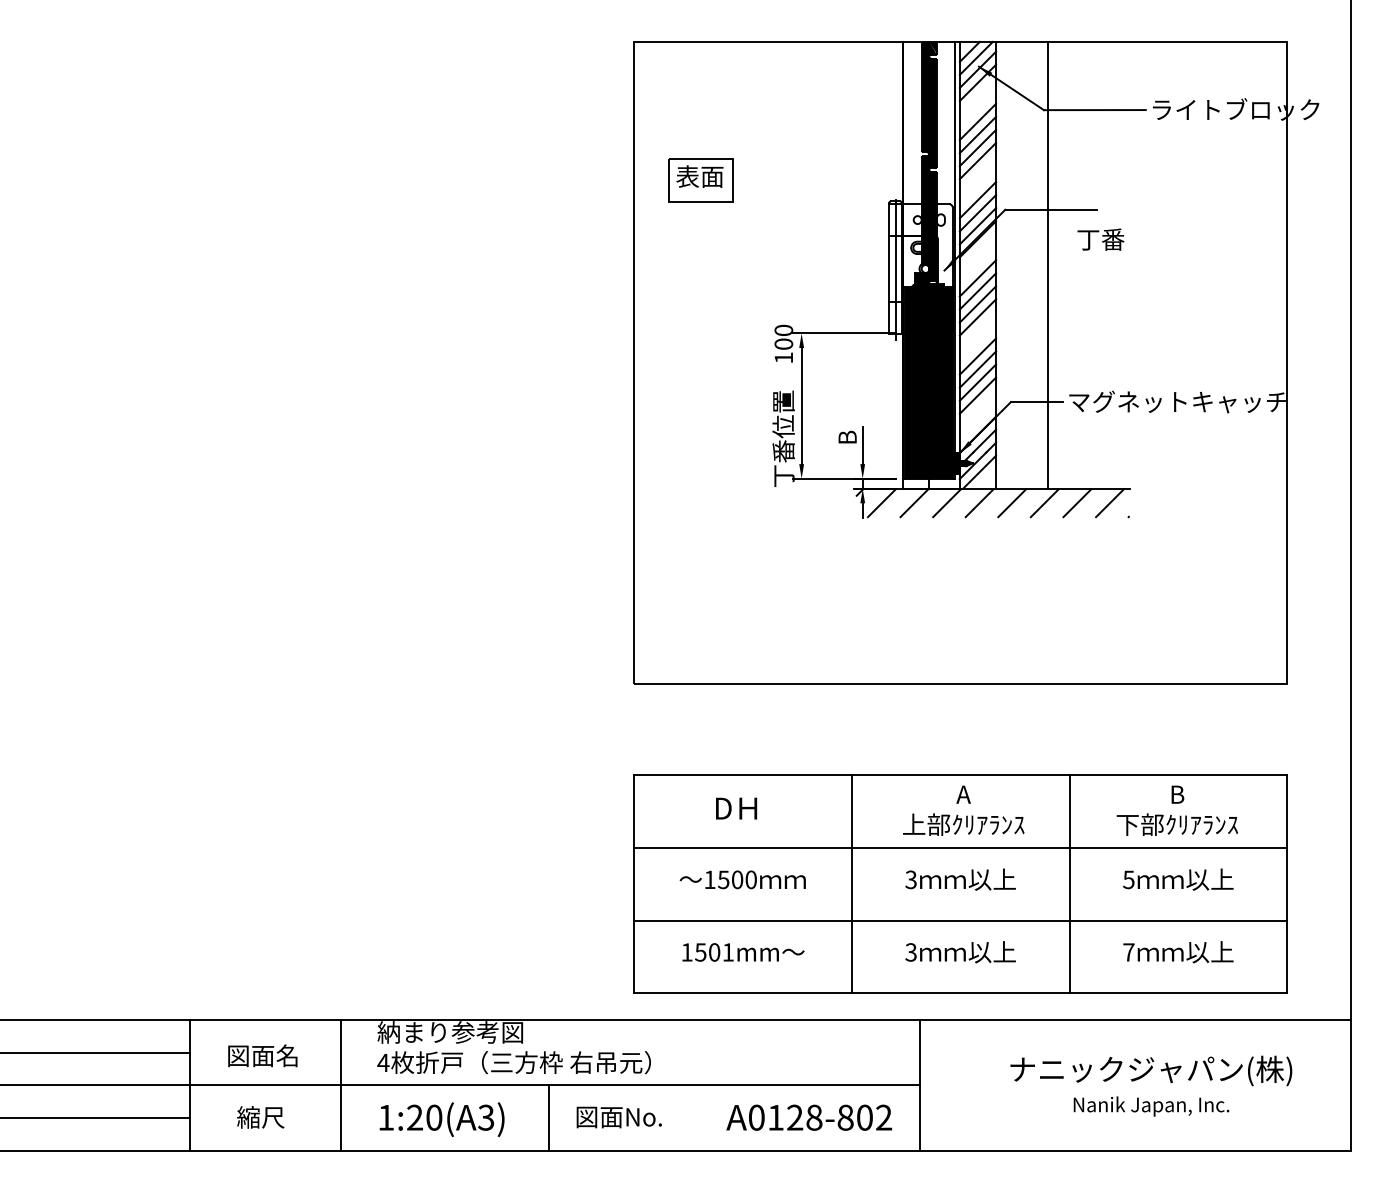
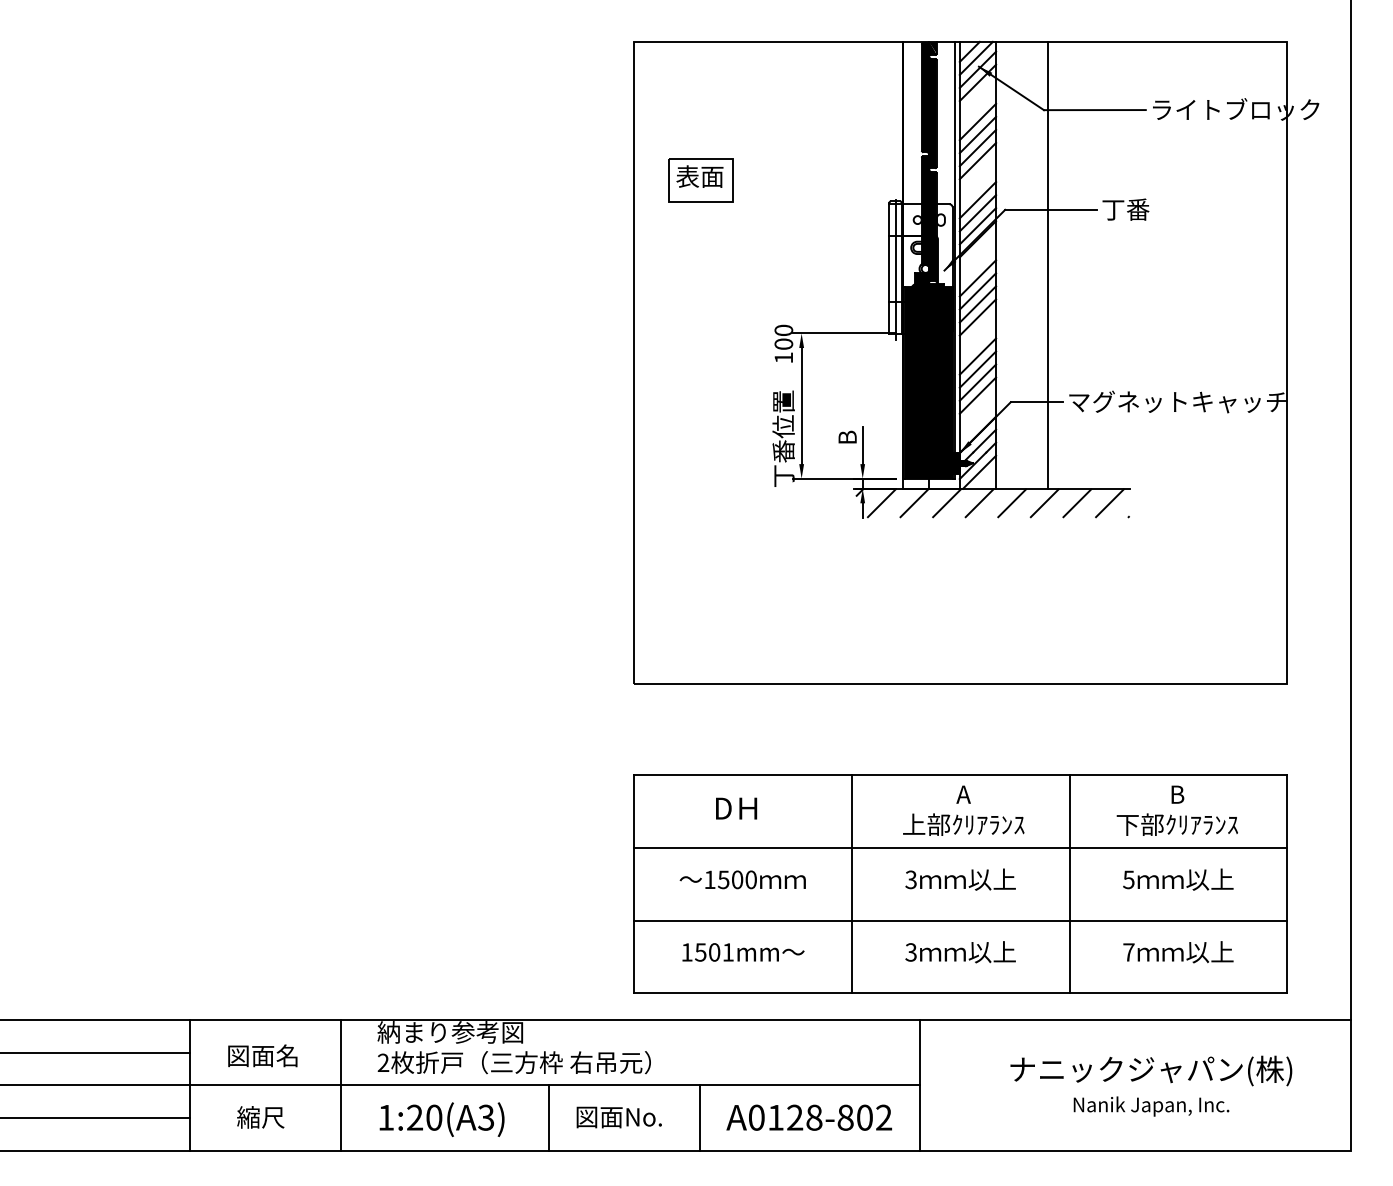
text at (1100, 239) position: (1100, 239) -> (1125, 209)
text at (383, 1062): 4 -> 2
line at (700, 1117): none -> present
